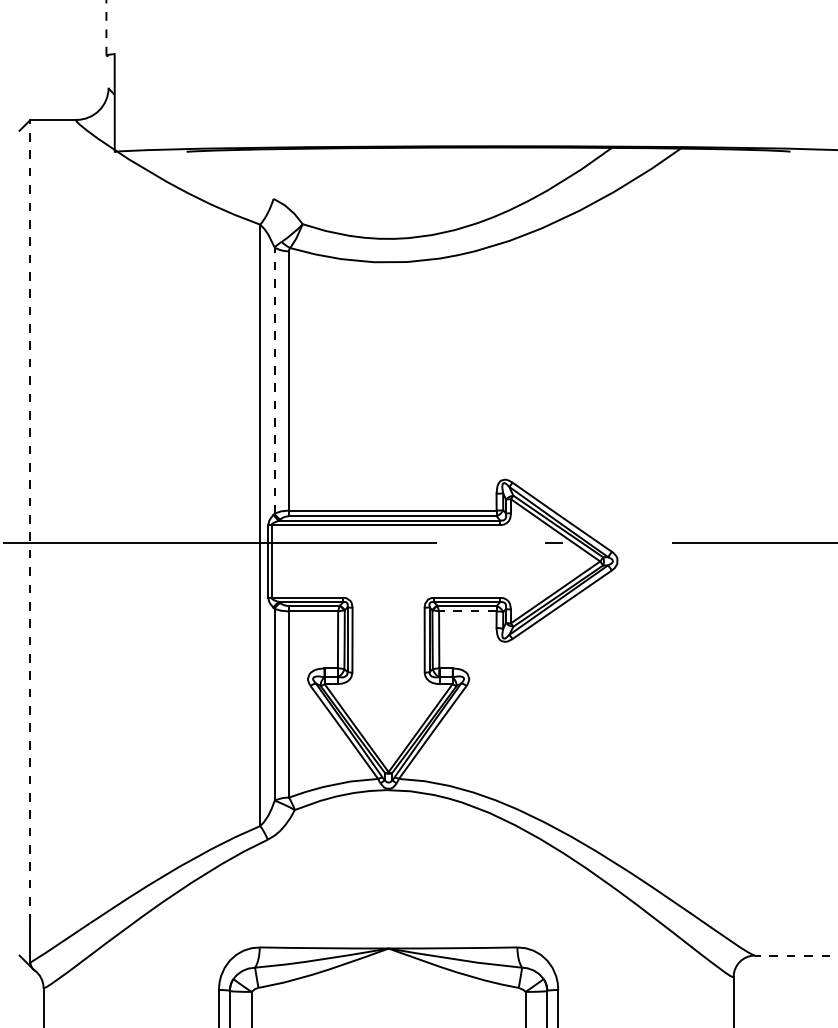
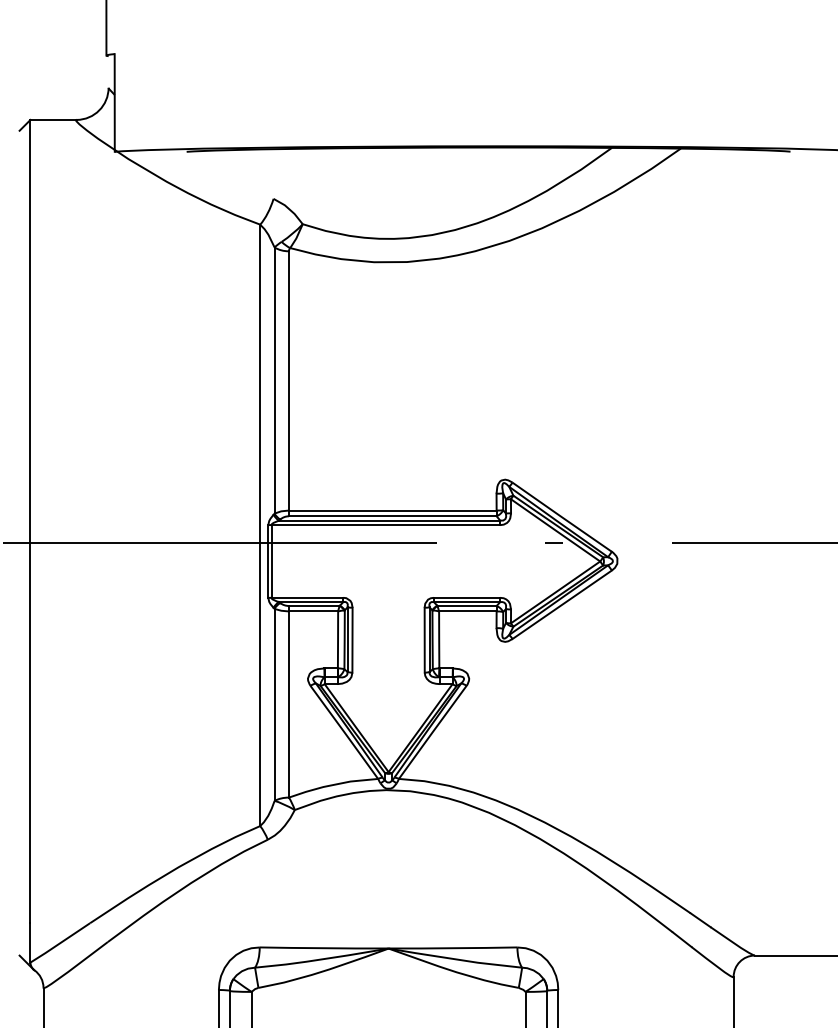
line at (106, 27): dashed -> solid
line at (274, 380): dashed -> solid
line at (30, 521): dashed -> solid
line at (467, 611): dashed -> solid
line at (795, 955): dashed -> solid
